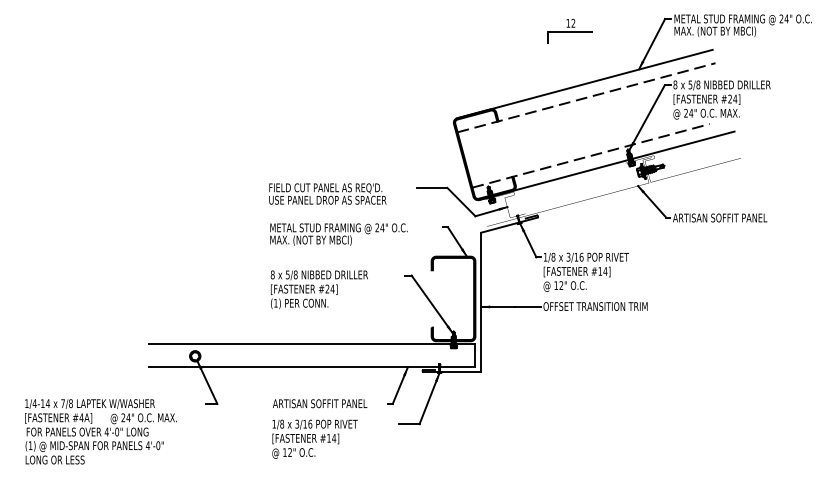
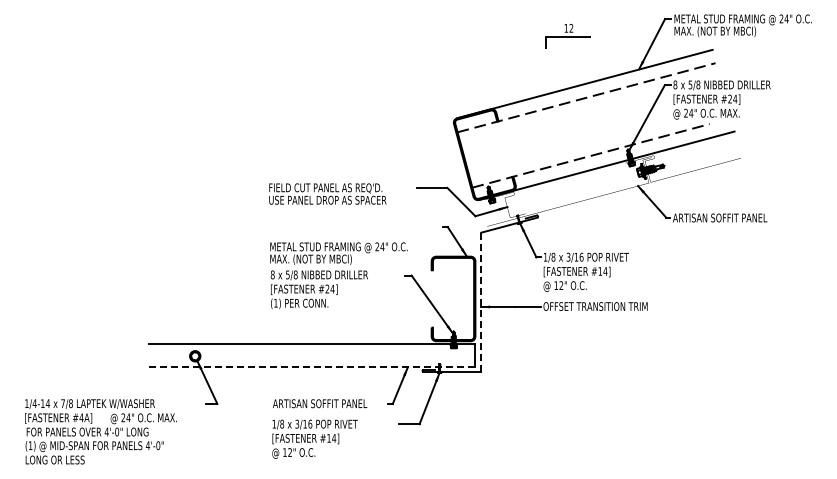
part at (569, 31) position: (569, 31) -> (567, 36)
text at (338, 234) position: (338, 234) -> (338, 253)
line at (481, 302): solid -> dashed
line at (311, 367): solid -> dashed
